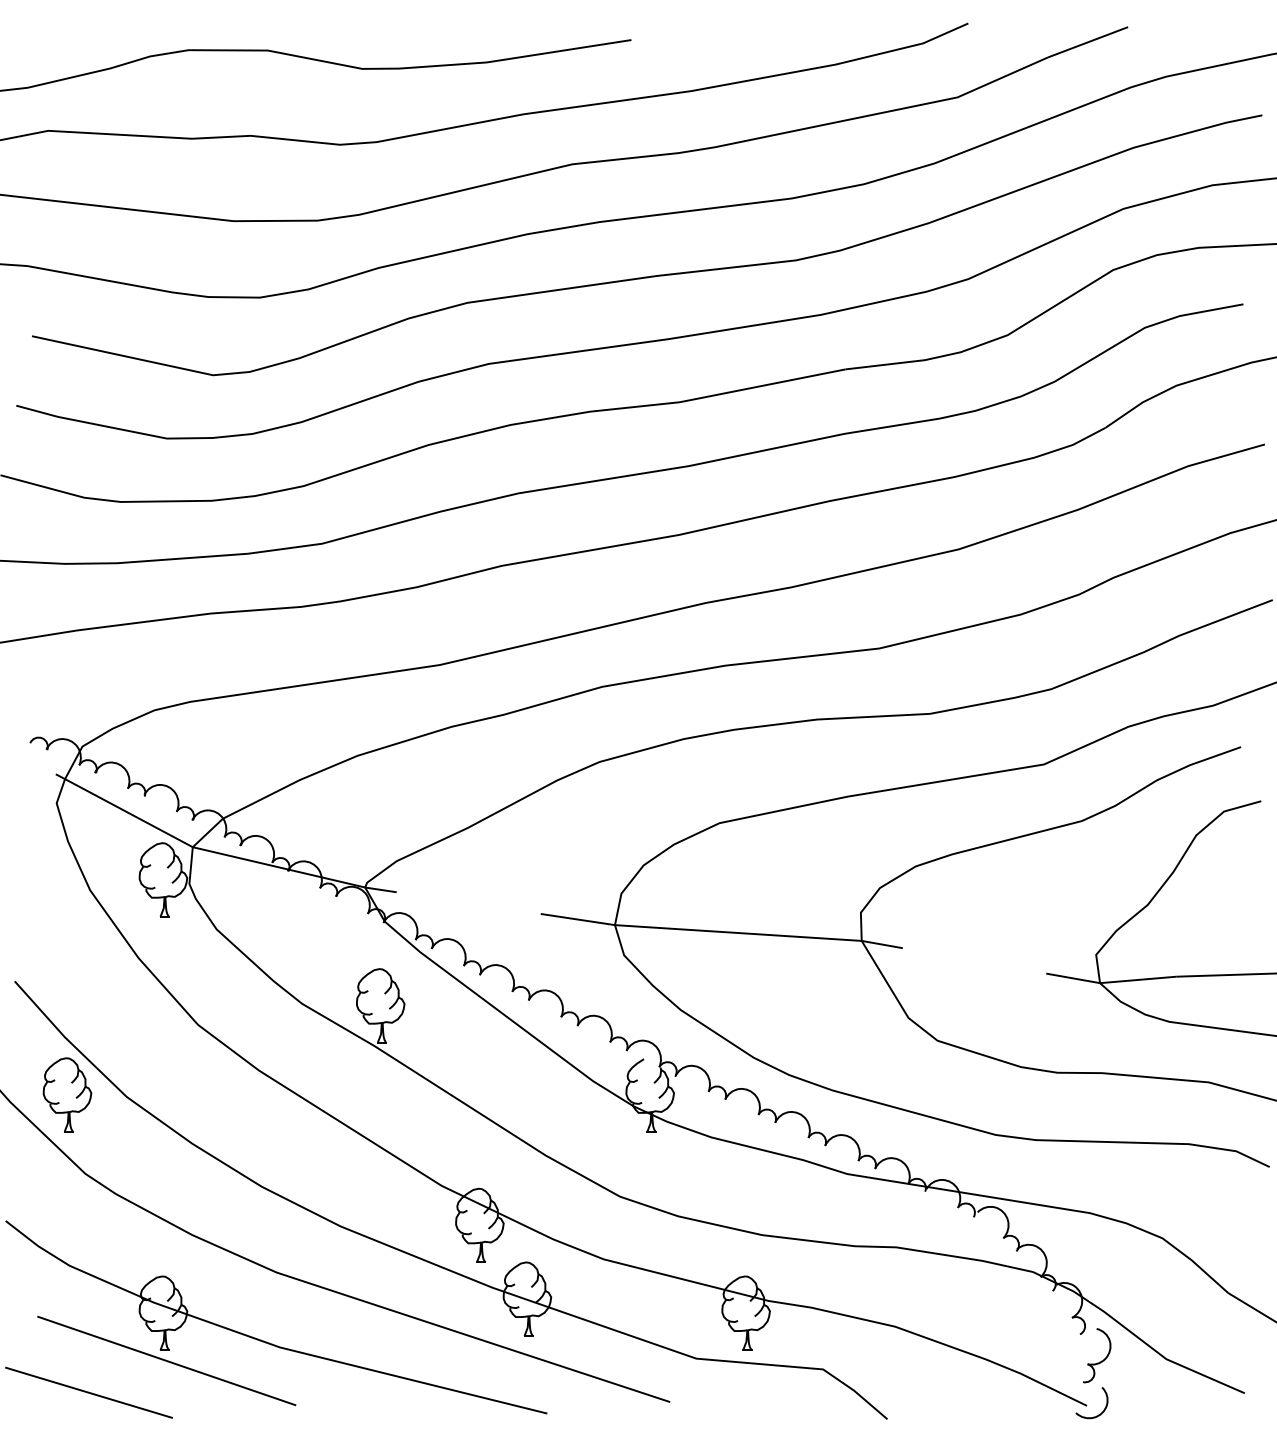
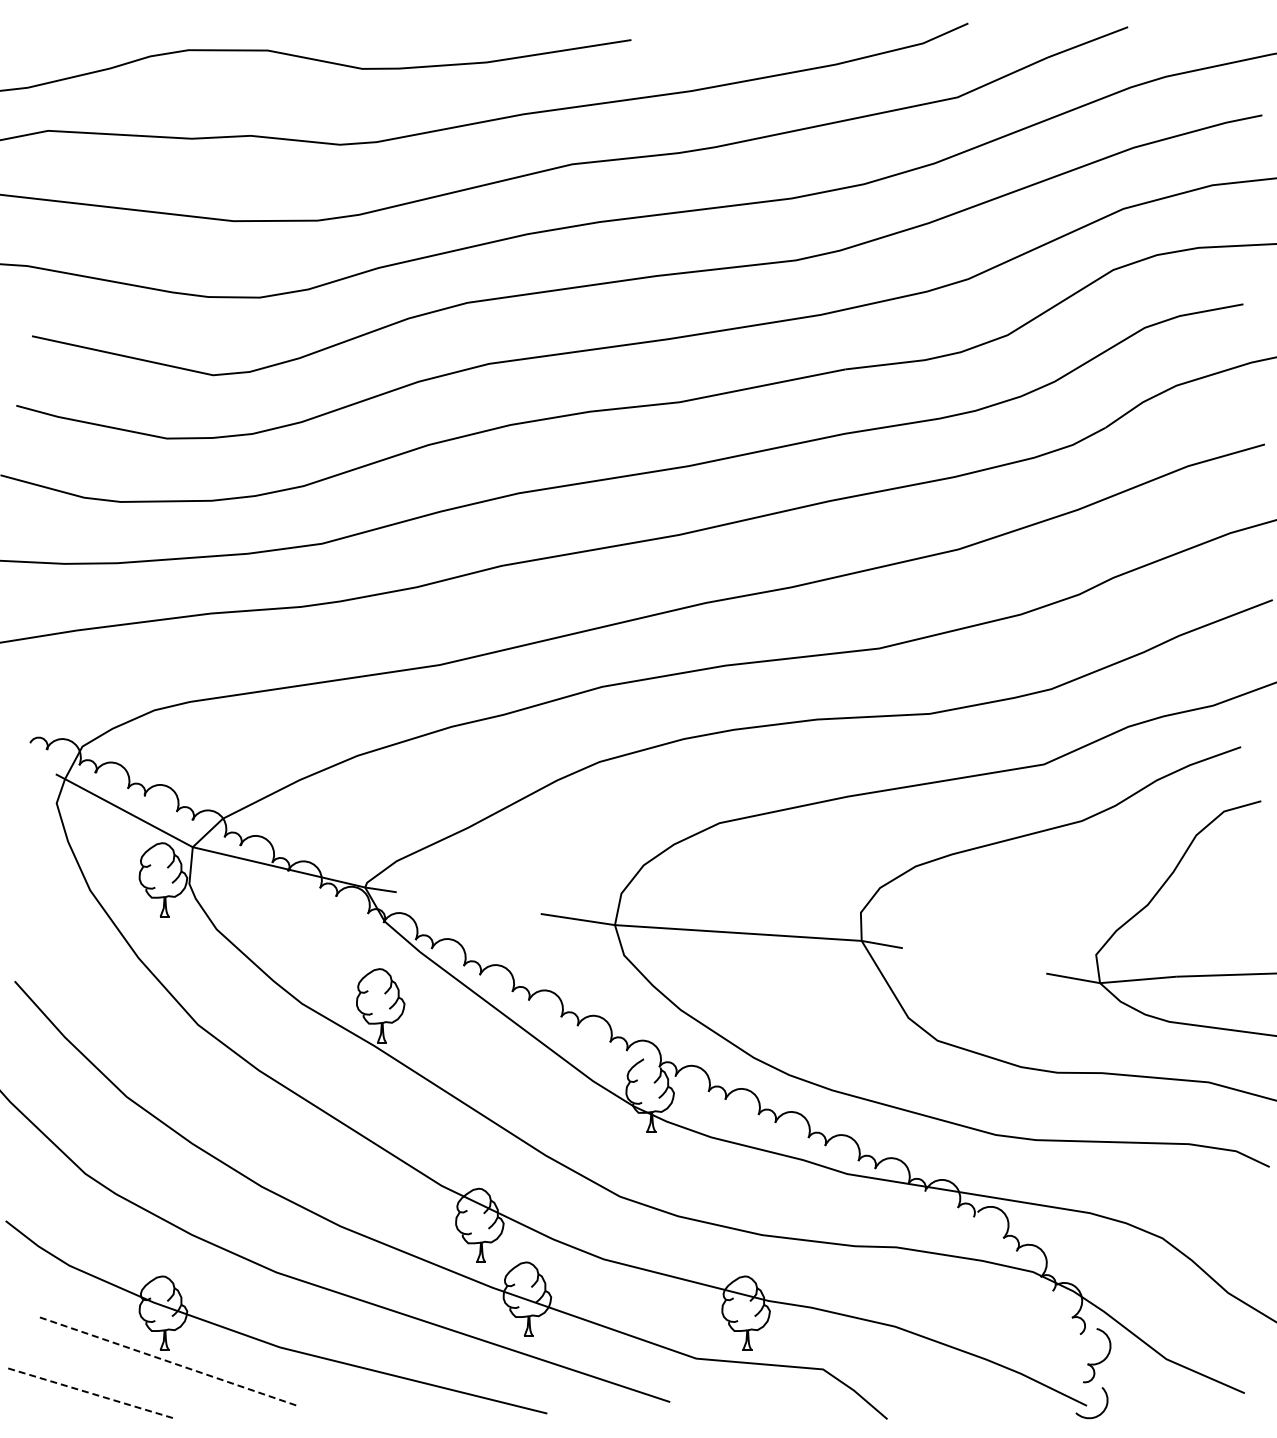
part at (67, 1094): present -> none
line at (166, 1360): solid -> dashed
line at (89, 1392): solid -> dashed
